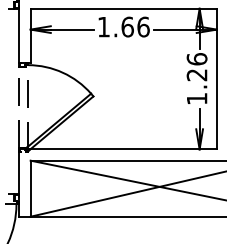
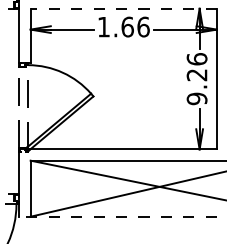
line at (123, 8): solid -> dashed
text at (196, 98): 1.26 -> 9.26
line at (123, 216): solid -> dashed
